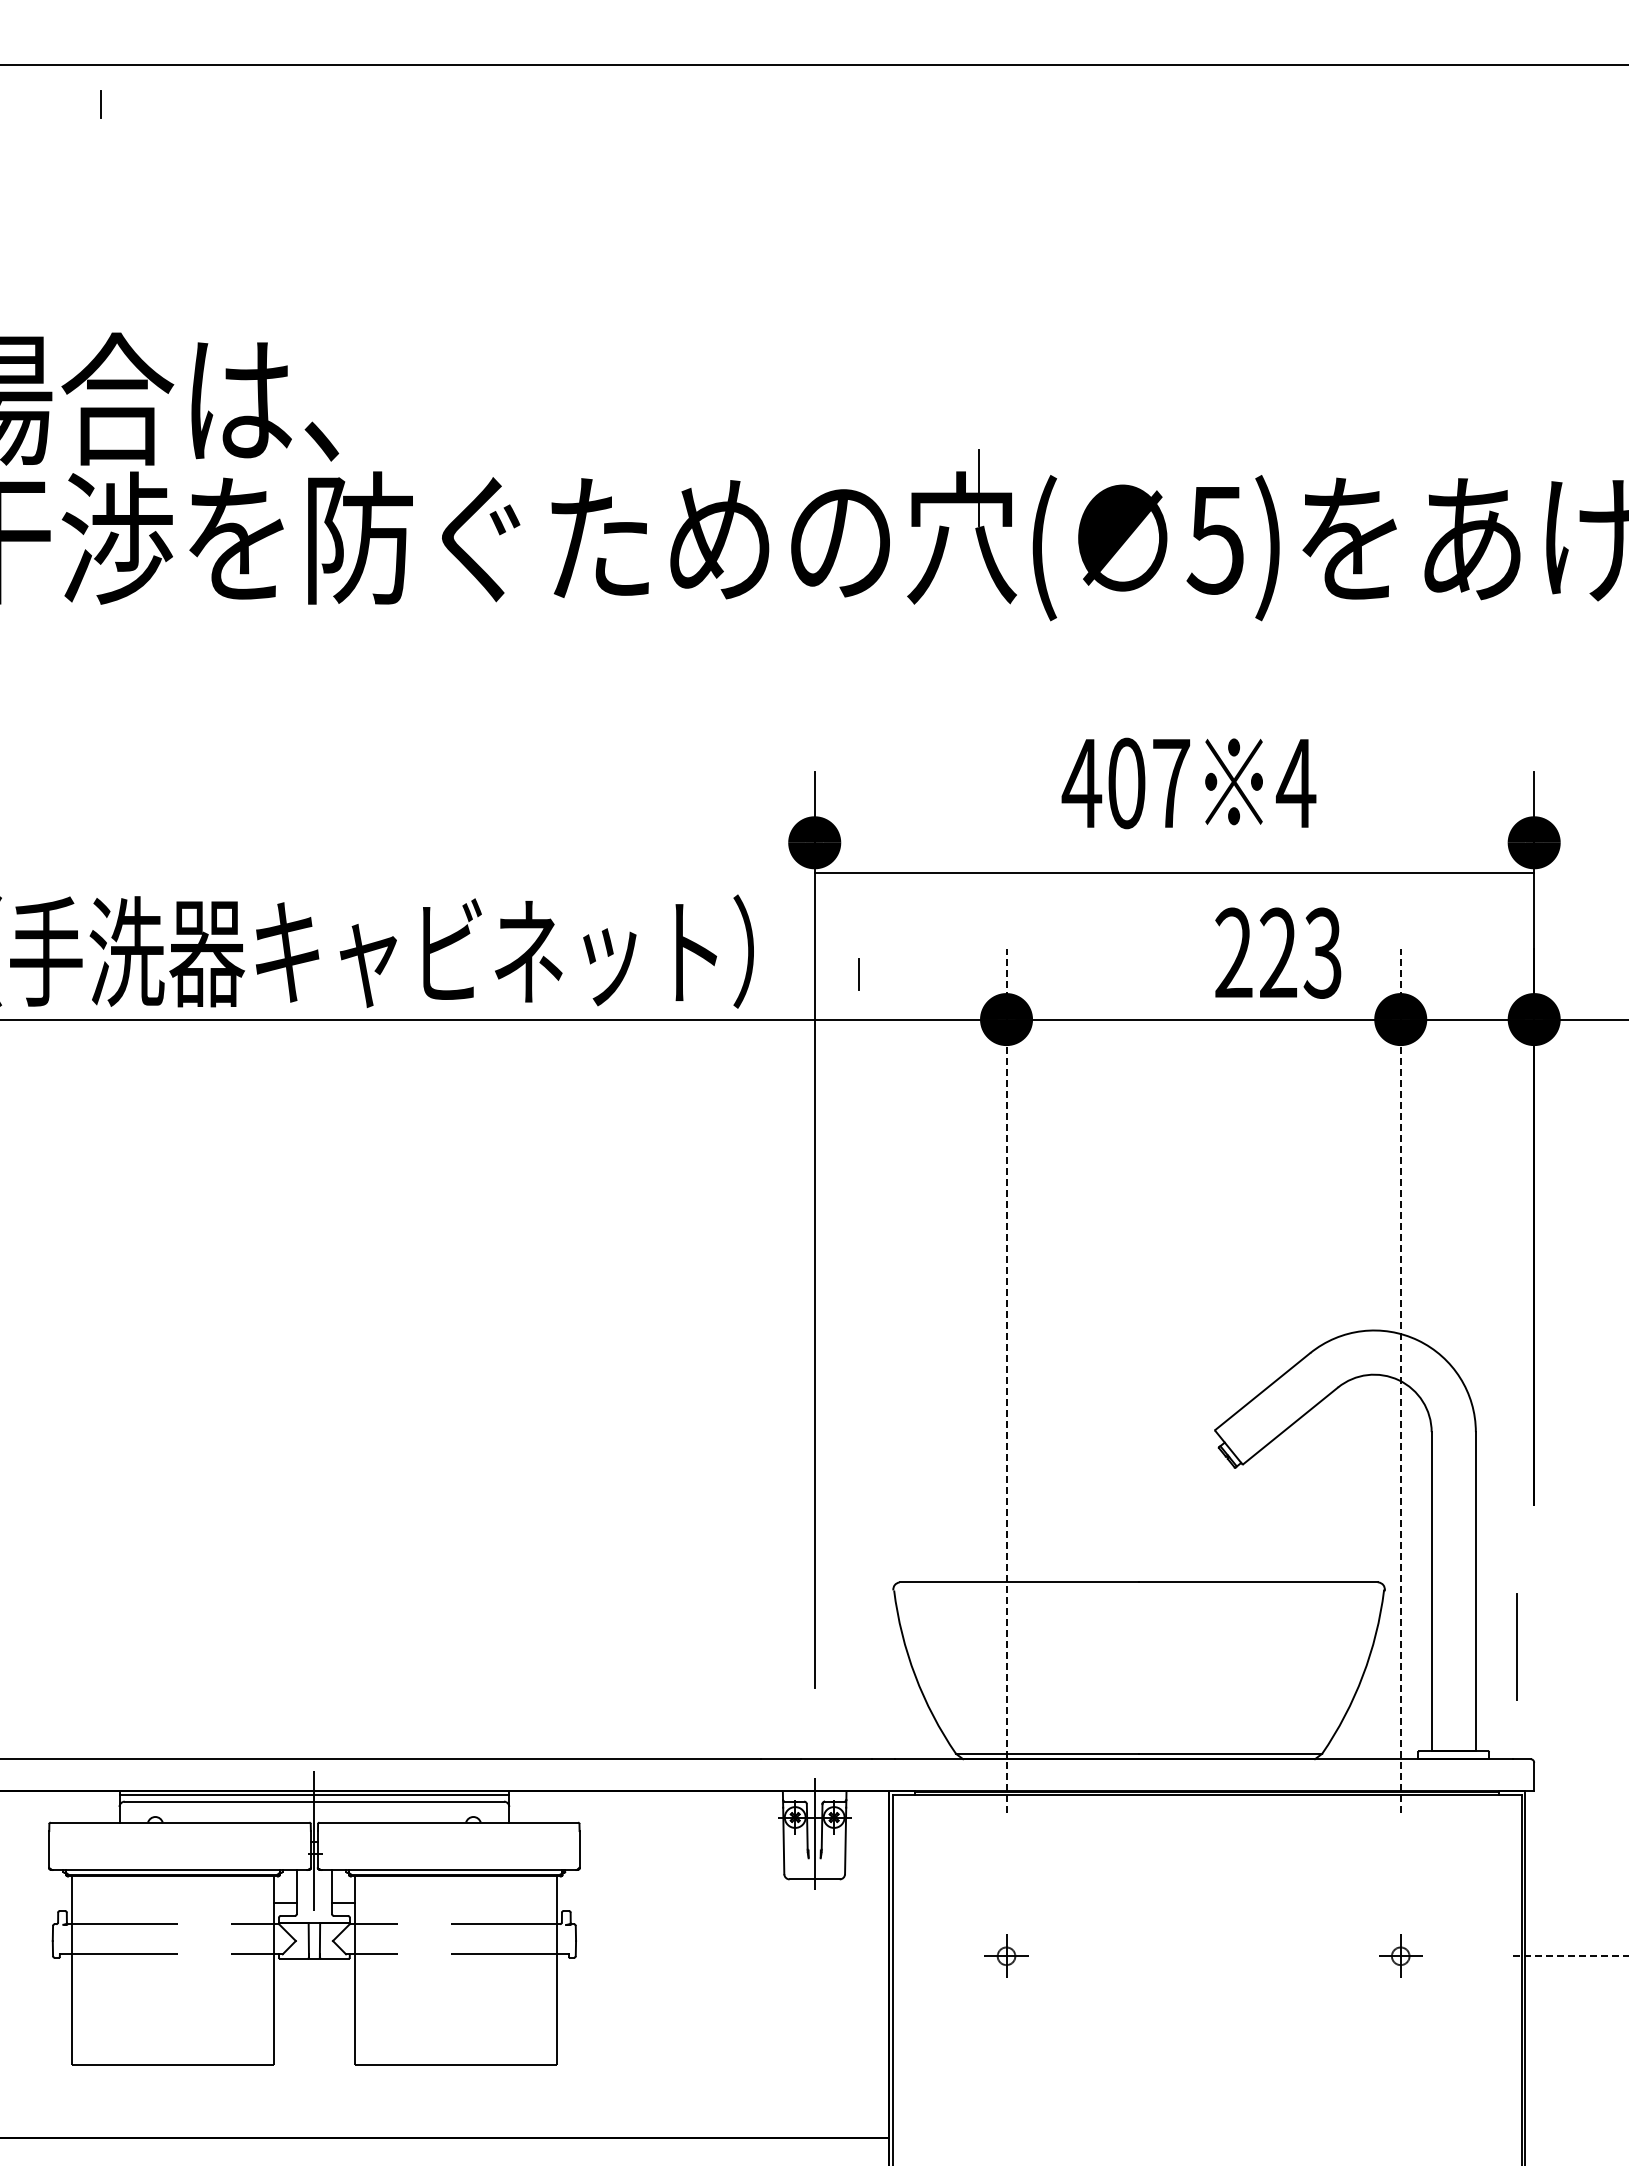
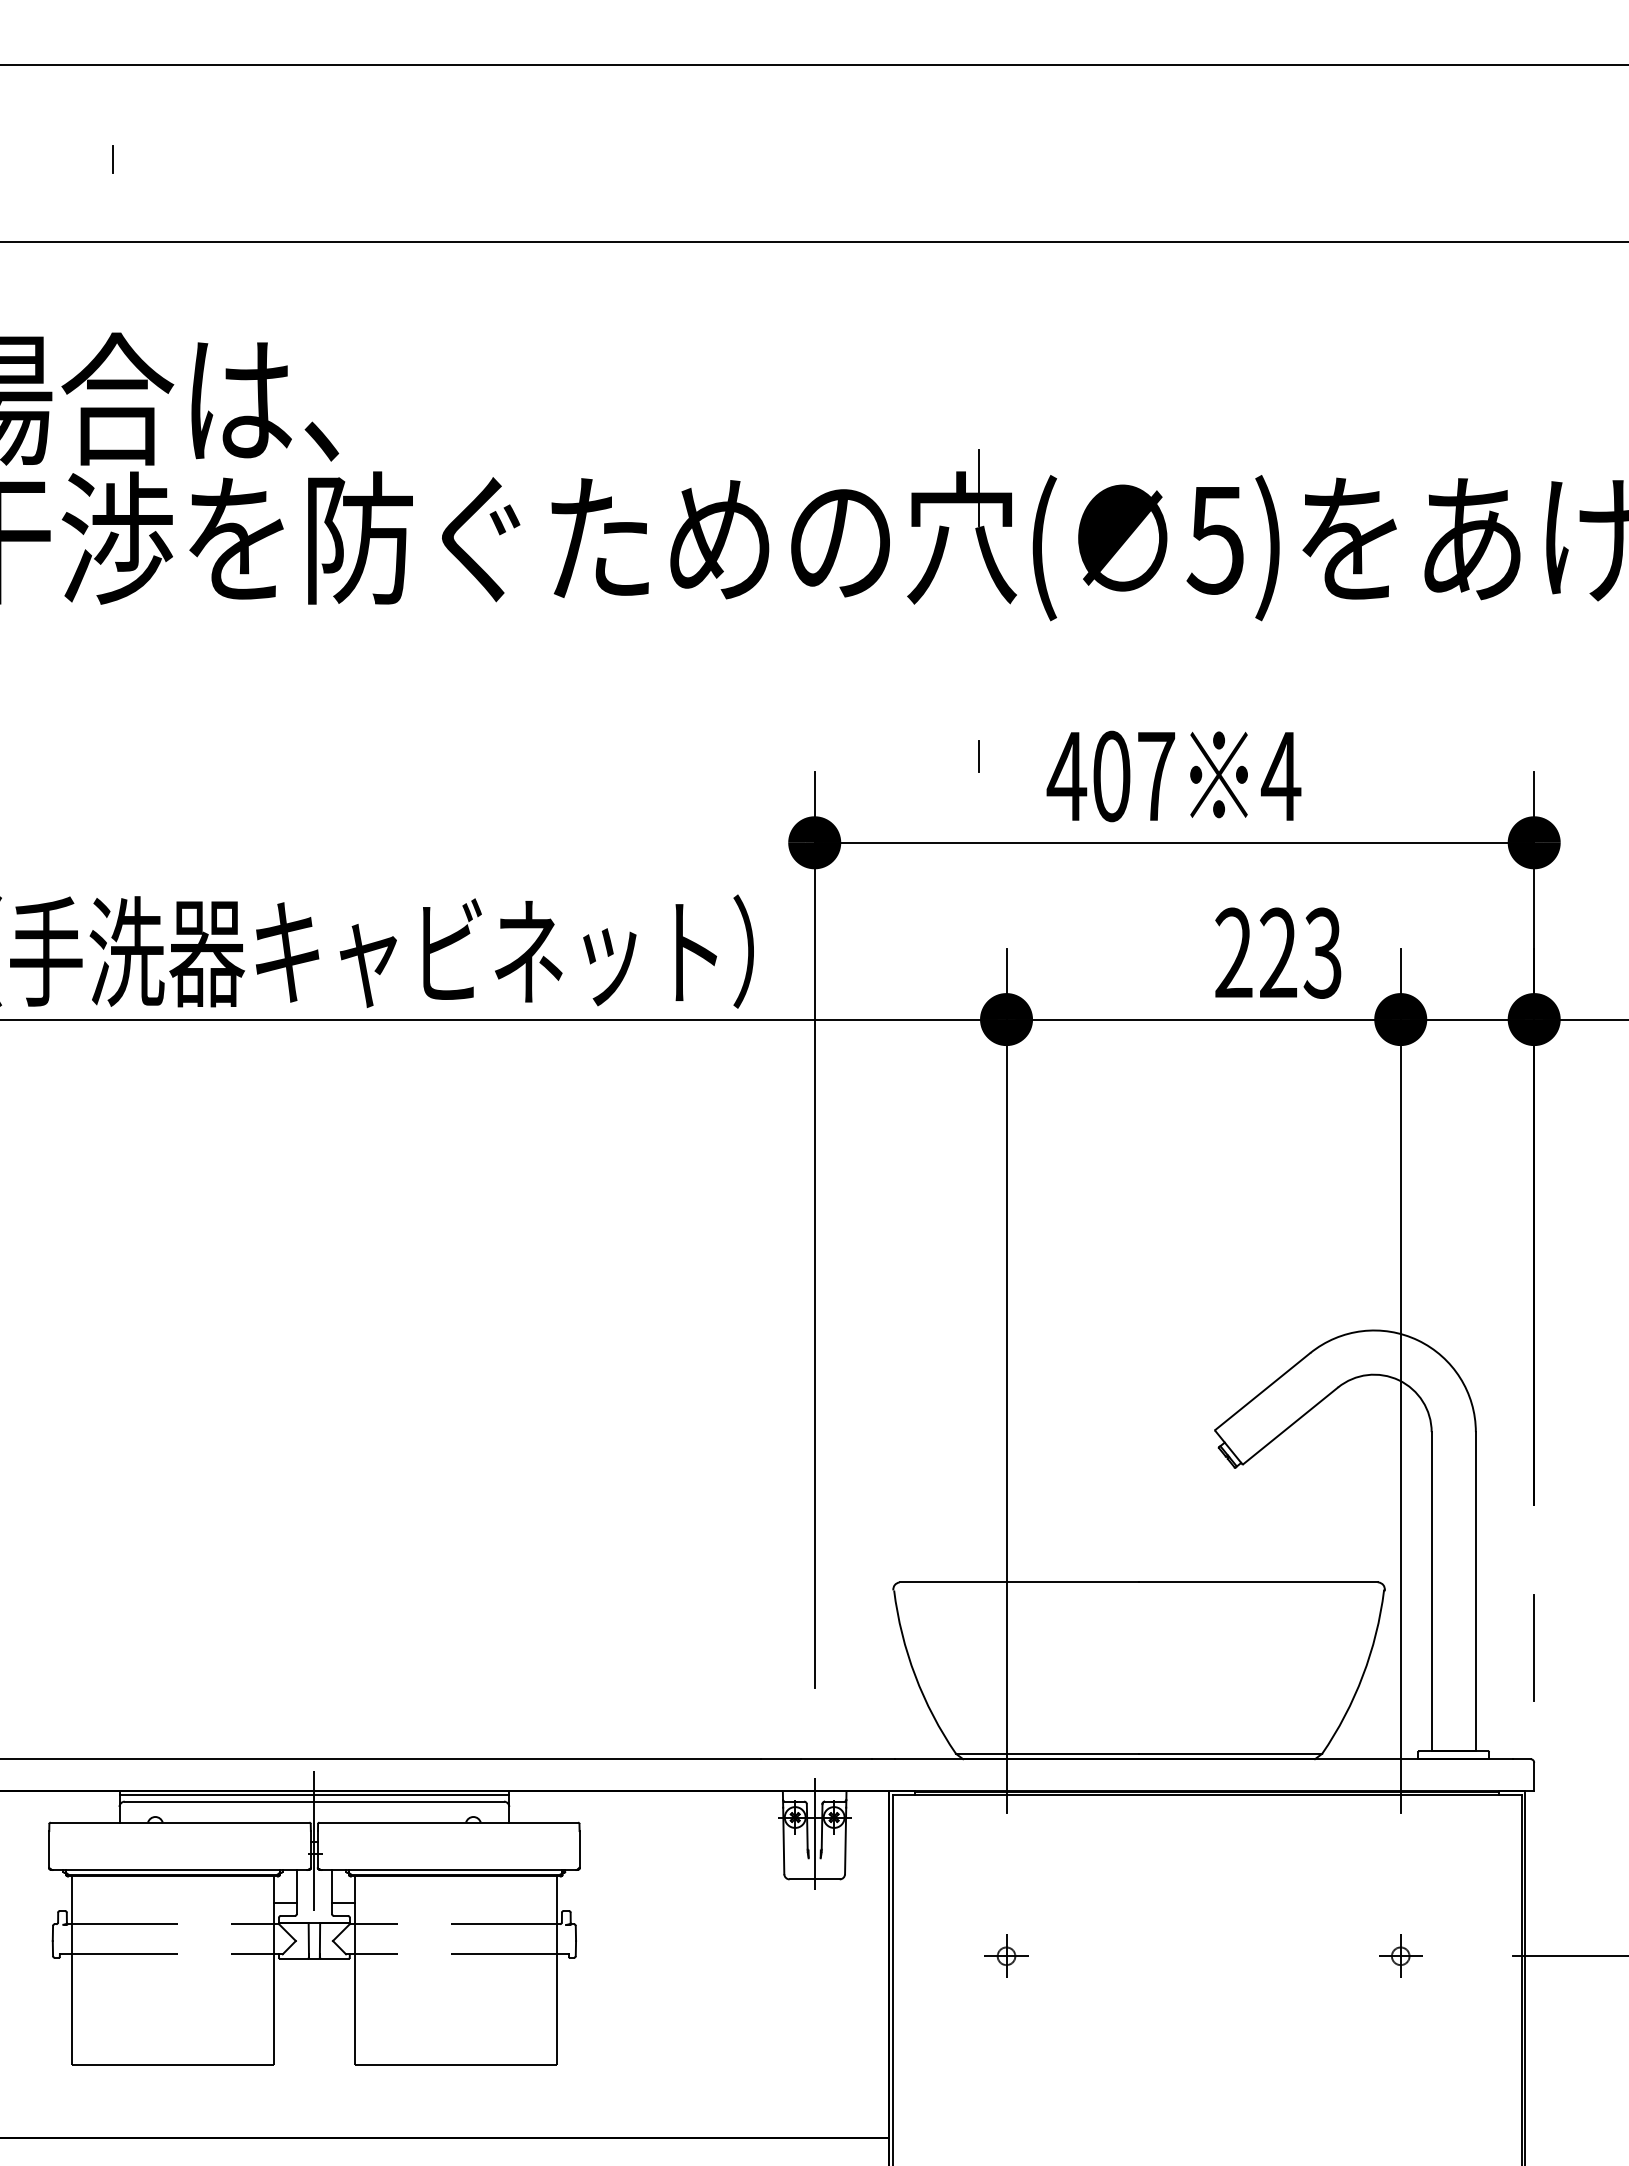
line at (100, 104) position: (100, 104) -> (112, 159)
line at (813, 242): none -> present
text at (1188, 783) position: (1188, 783) -> (1173, 776)
line at (1174, 872) position: (1174, 872) -> (1174, 842)
line at (858, 974) position: (858, 974) -> (978, 756)
line at (1006, 1380): dashed -> solid
line at (1400, 1380): dashed -> solid
line at (1516, 1646) position: (1516, 1646) -> (1533, 1647)
line at (1570, 1956): dashed -> solid
